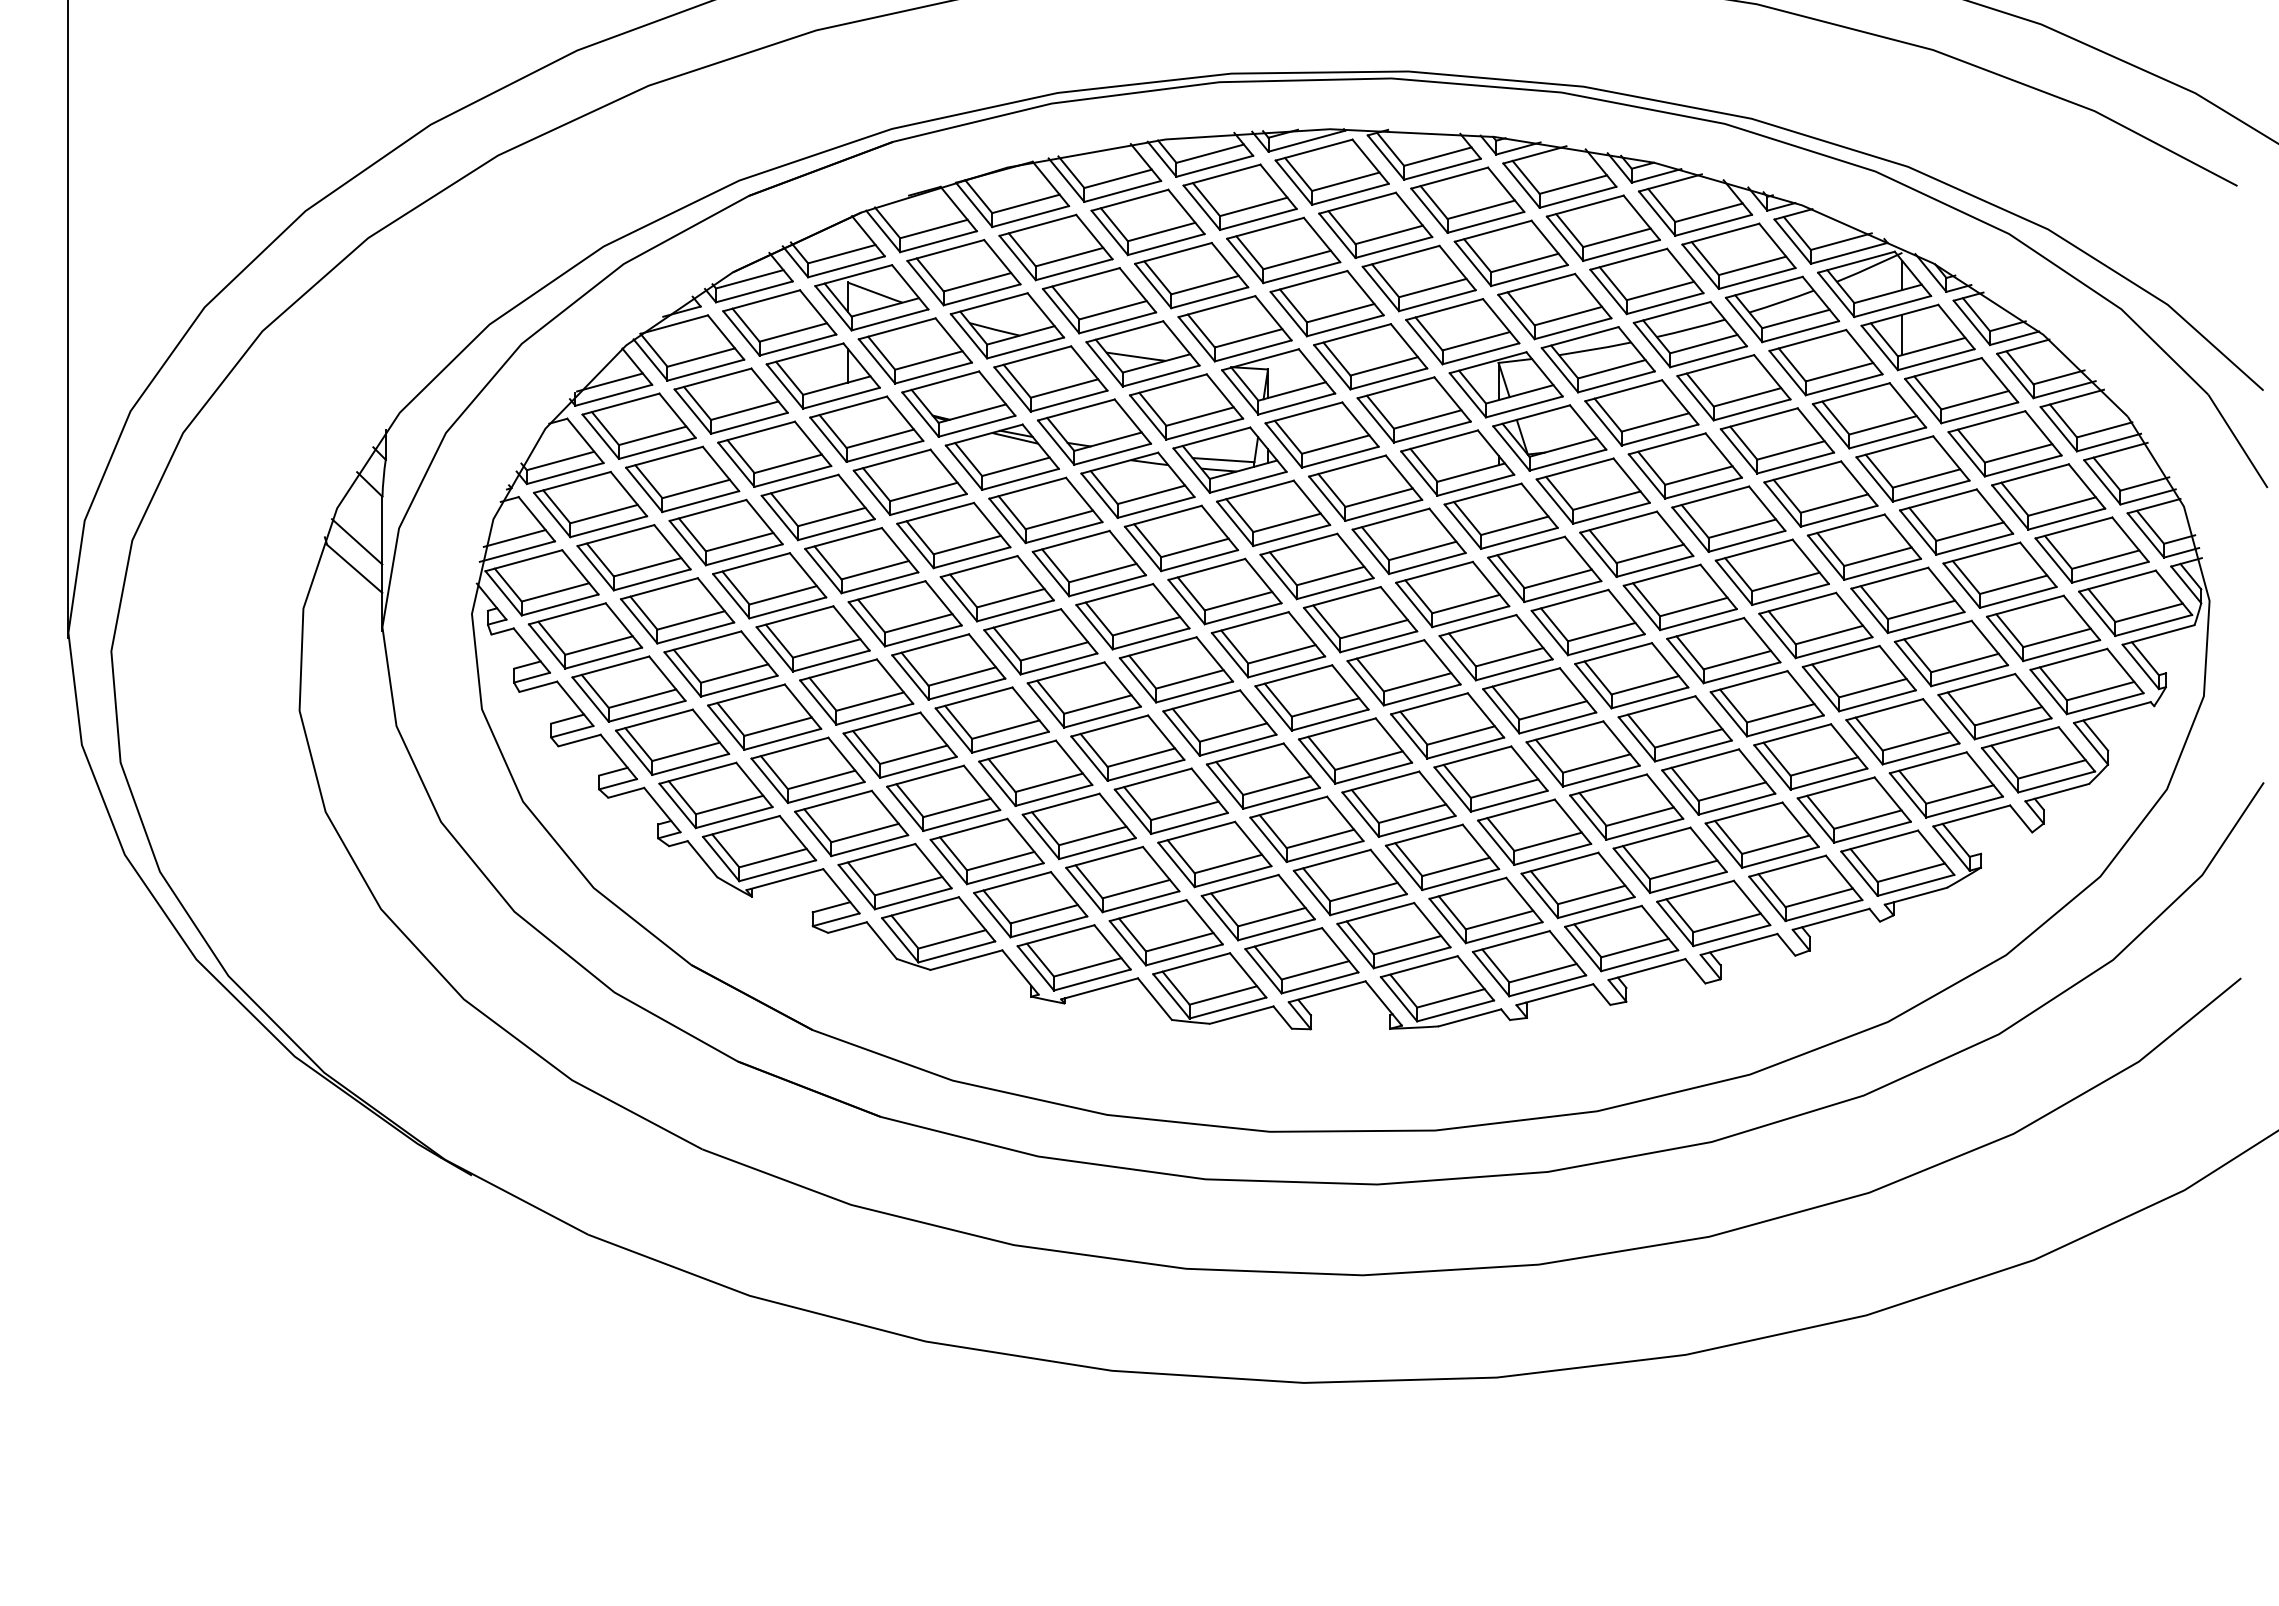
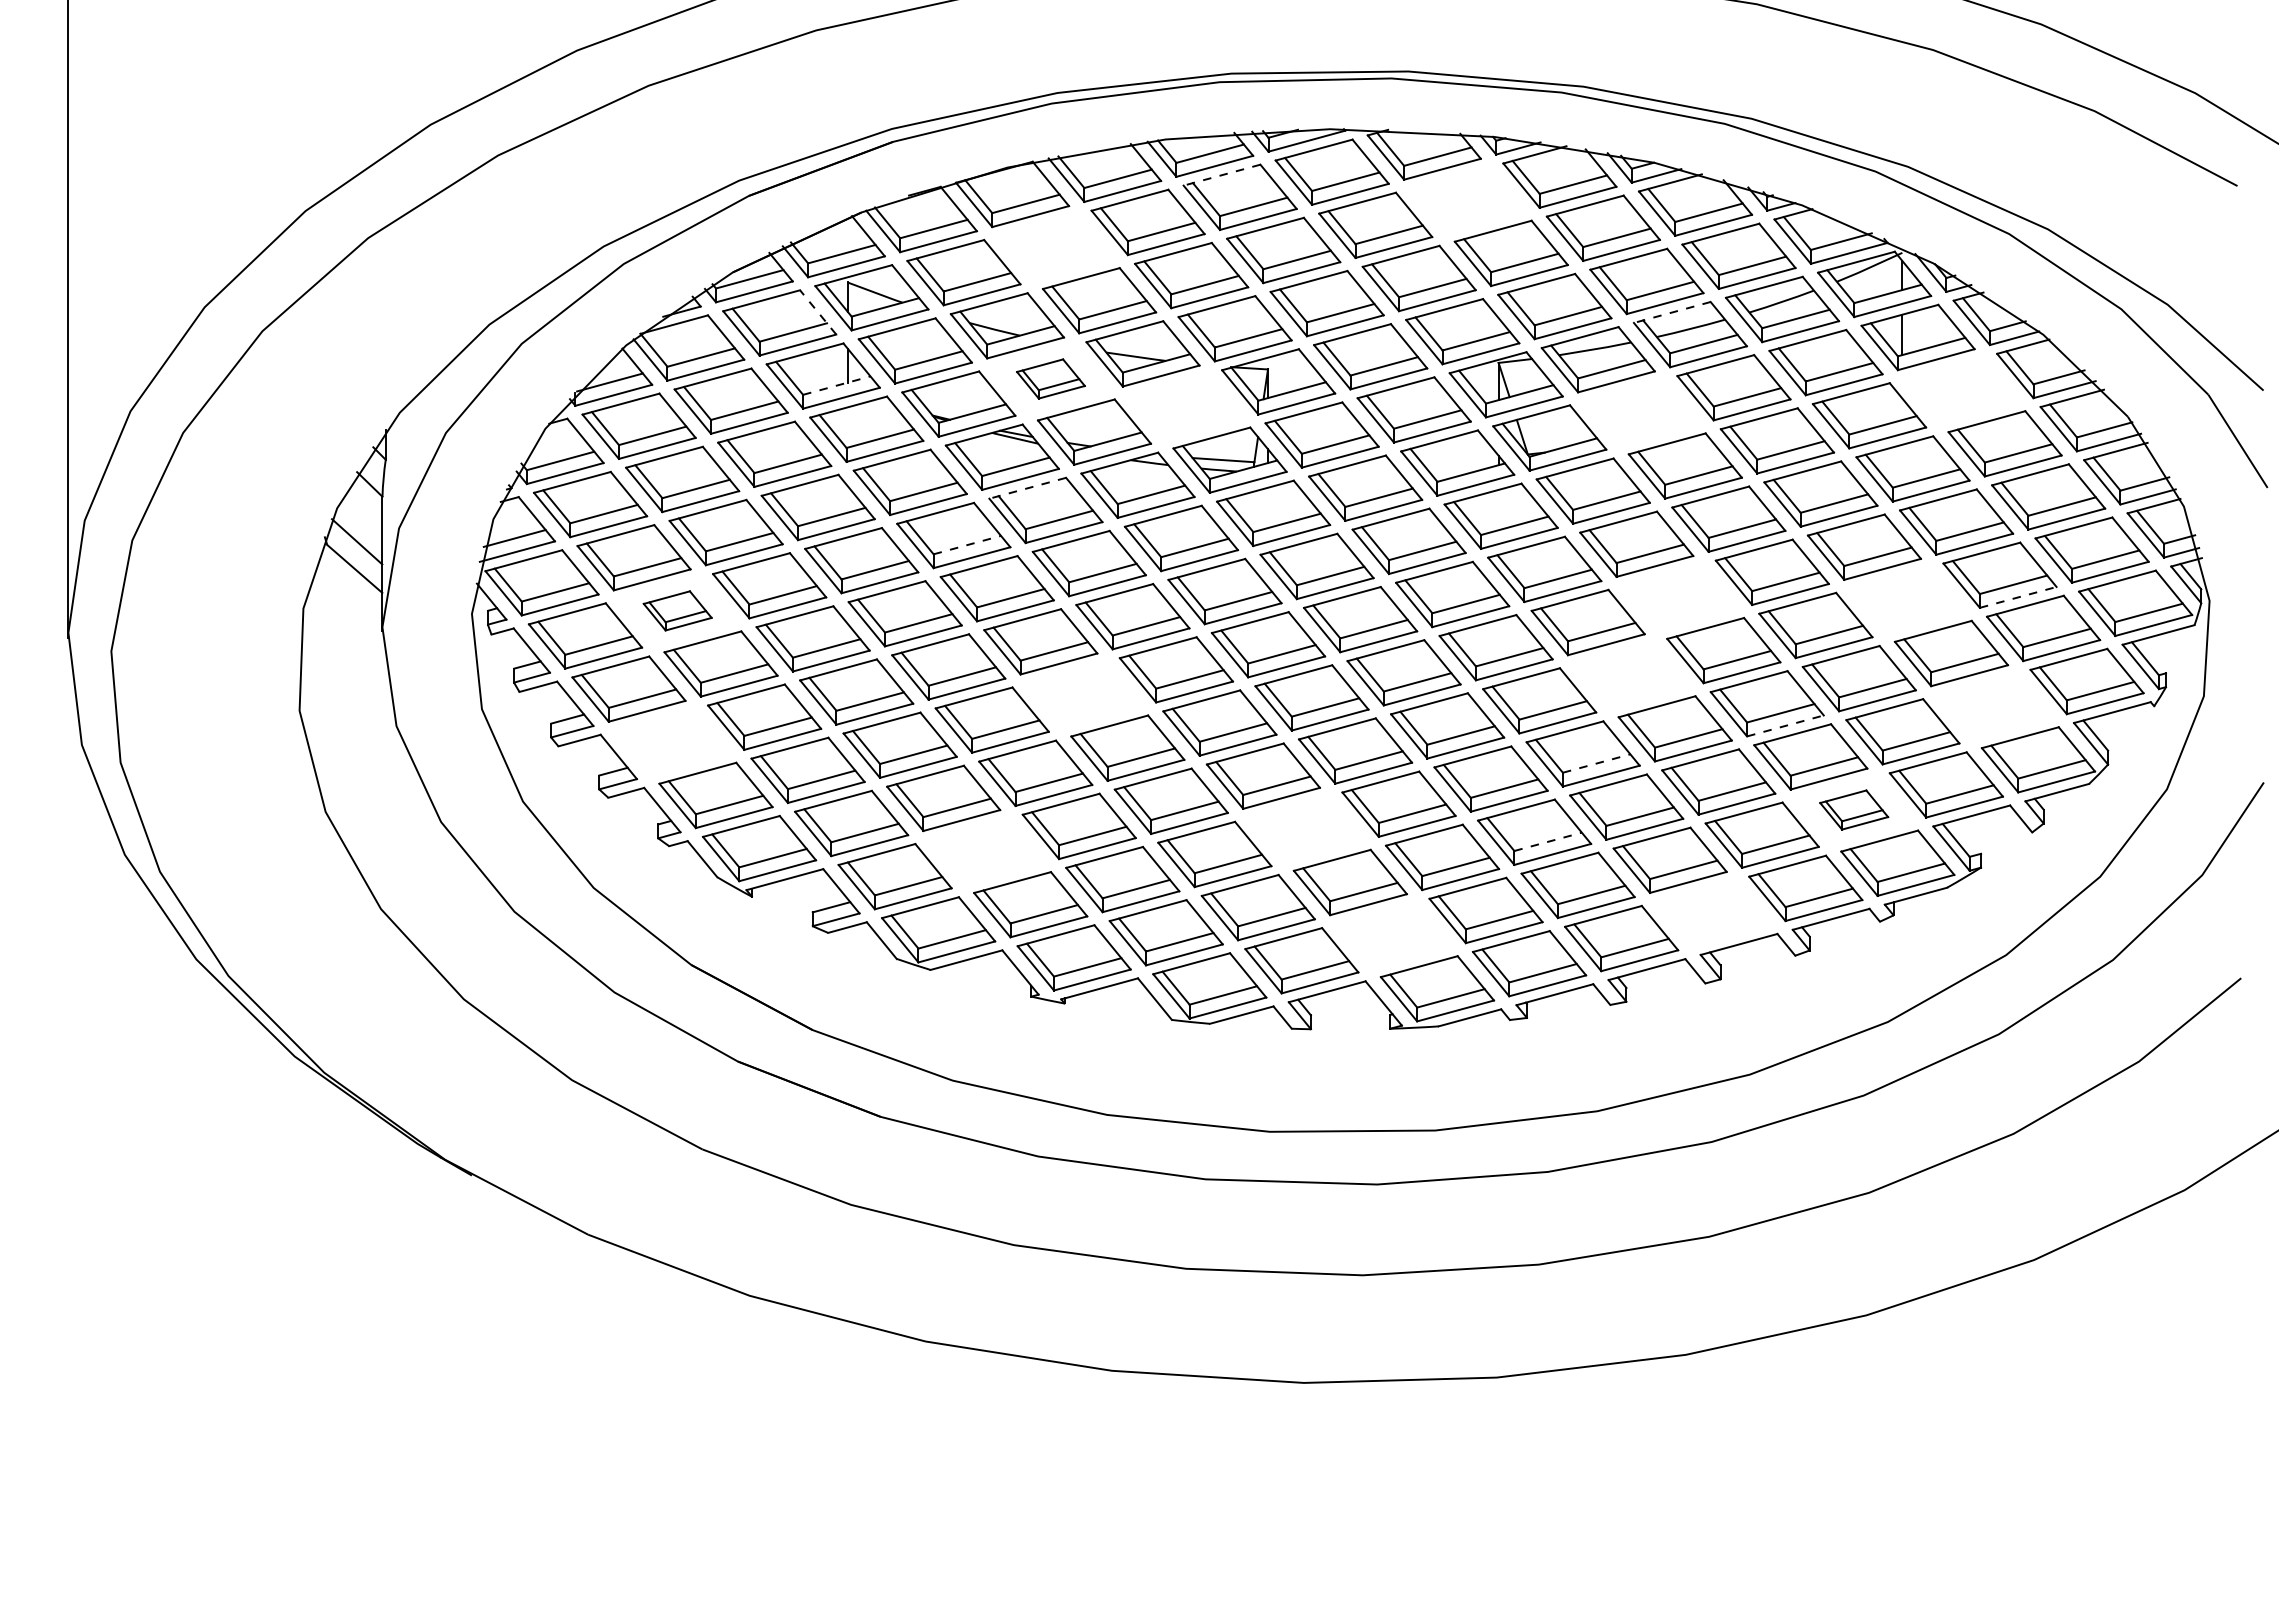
line at (1222, 175): solid -> dashed
part at (1467, 199): present -> none
part at (1055, 247): present -> none
line at (818, 312): solid -> dashed
line at (1672, 312): solid -> dashed
part at (1050, 378) size: 116x68 px -> 70x42 px
line at (836, 385): solid -> dashed
part at (1961, 390): present -> none
part at (1186, 406): present -> none
part at (1641, 412): present -> none
line at (1027, 488): solid -> dashed
line at (967, 545): solid -> dashed
part at (1679, 597): present -> none
line at (2018, 597): solid -> dashed
part at (1907, 600): present -> none
part at (677, 610) size: 116x68 px -> 71x42 px
part at (1631, 675): present -> none
part at (1083, 694): present -> none
part at (1994, 706): present -> none
line at (1785, 725): solid -> dashed
part at (672, 741): present -> none
line at (1596, 763): solid -> dashed
part at (1853, 809) size: 116x68 px -> 71x42 px
part at (1306, 829): present -> none
line at (1548, 841): solid -> dashed
part at (986, 851): present -> none
part at (1713, 913): present -> none
part at (1393, 935): present -> none
